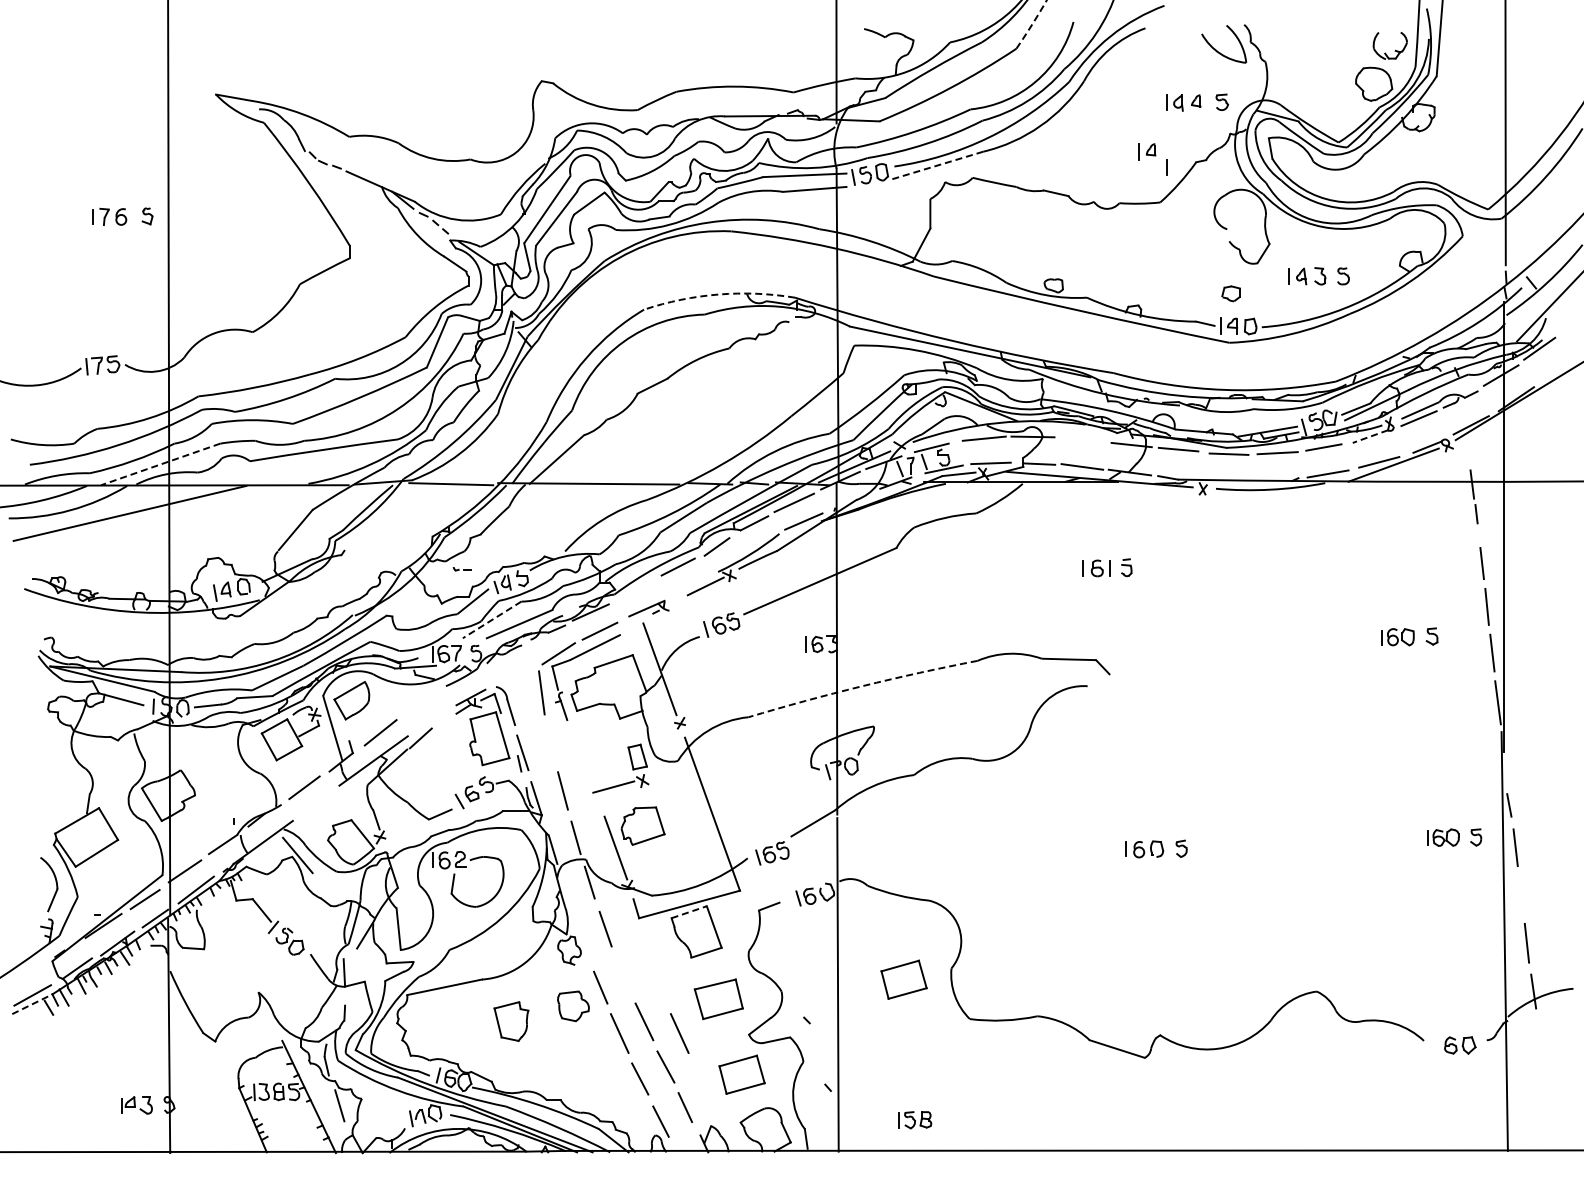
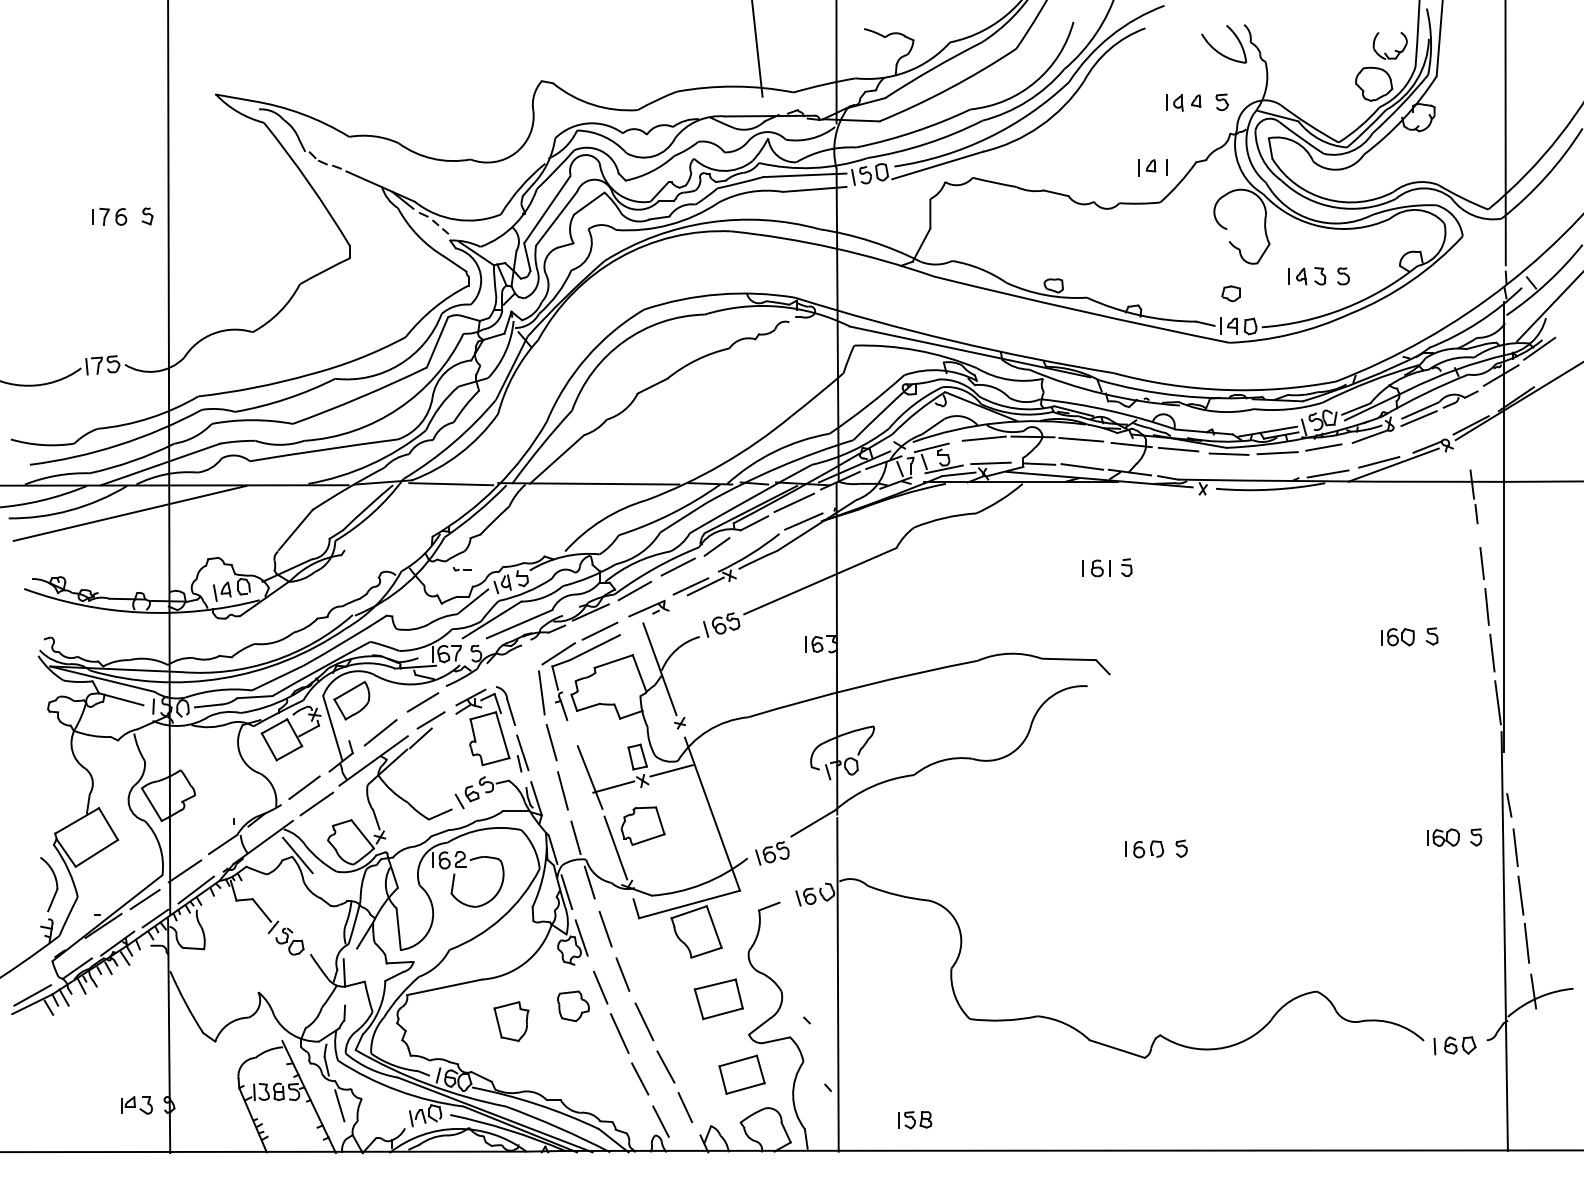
arc at (1032, 24): dashed -> solid
line at (757, 49): none -> present
part at (1147, 151) position: (1147, 151) -> (1147, 167)
line at (937, 165): dashed -> solid
arc at (718, 294): dashed -> solid
line at (1370, 436): dashed -> solid
line at (1081, 439): none -> present
line at (160, 464): dashed -> solid
line at (690, 586): none -> present
line at (634, 590): none -> present
line at (492, 619): dashed -> solid
arc at (862, 686): dashed -> solid
line at (422, 702): none -> present
line at (430, 720): none -> present
line at (551, 742): none -> present
line at (671, 770): none -> present
line at (589, 777): none -> present
line at (316, 803): none -> present
line at (566, 892): none -> present
line at (1520, 895): none -> present
line at (689, 912): dashed -> solid
line at (581, 937): none -> present
line at (622, 974): none -> present
part at (903, 979): present -> none
line at (32, 1004): dashed -> solid
line at (679, 1033): present -> none
line at (1434, 1046): none -> present
